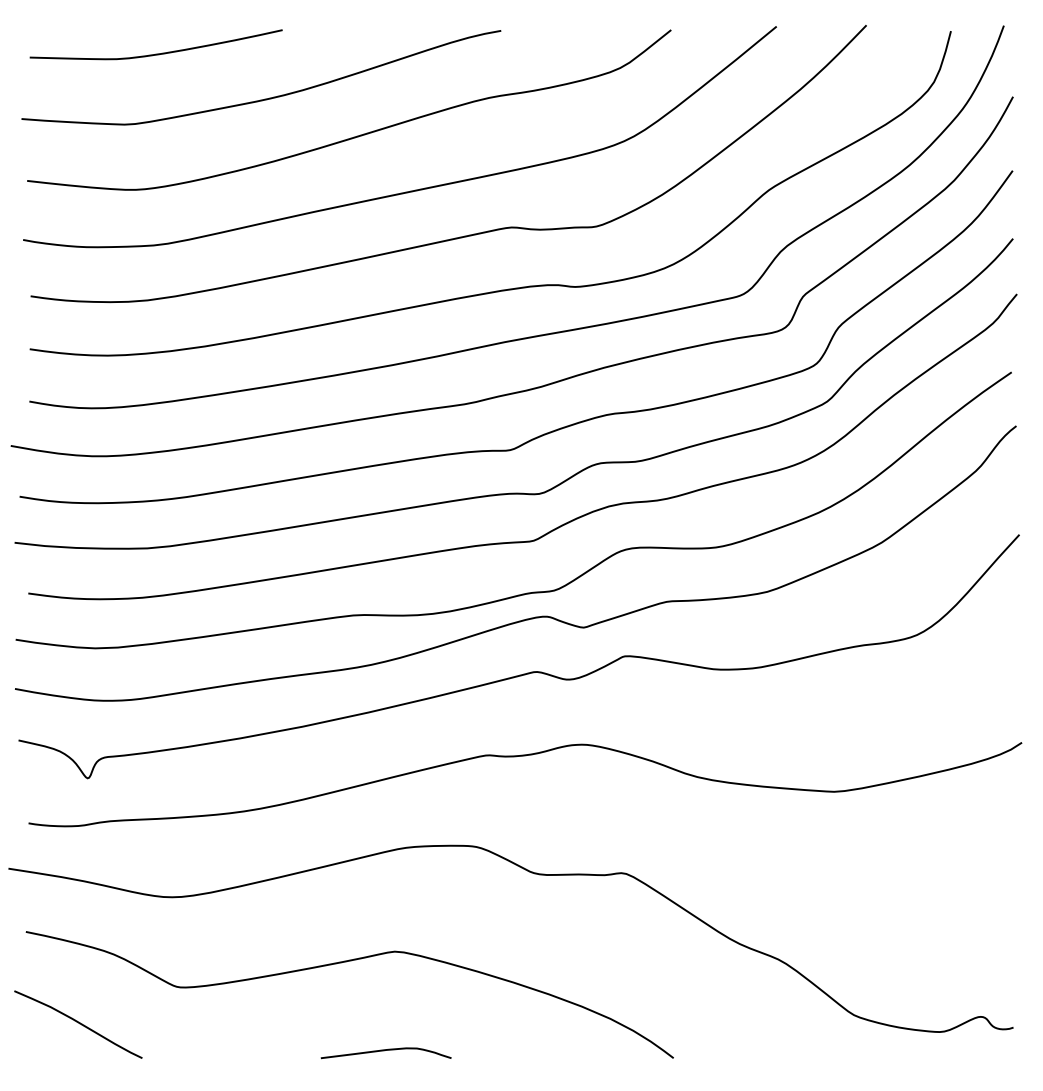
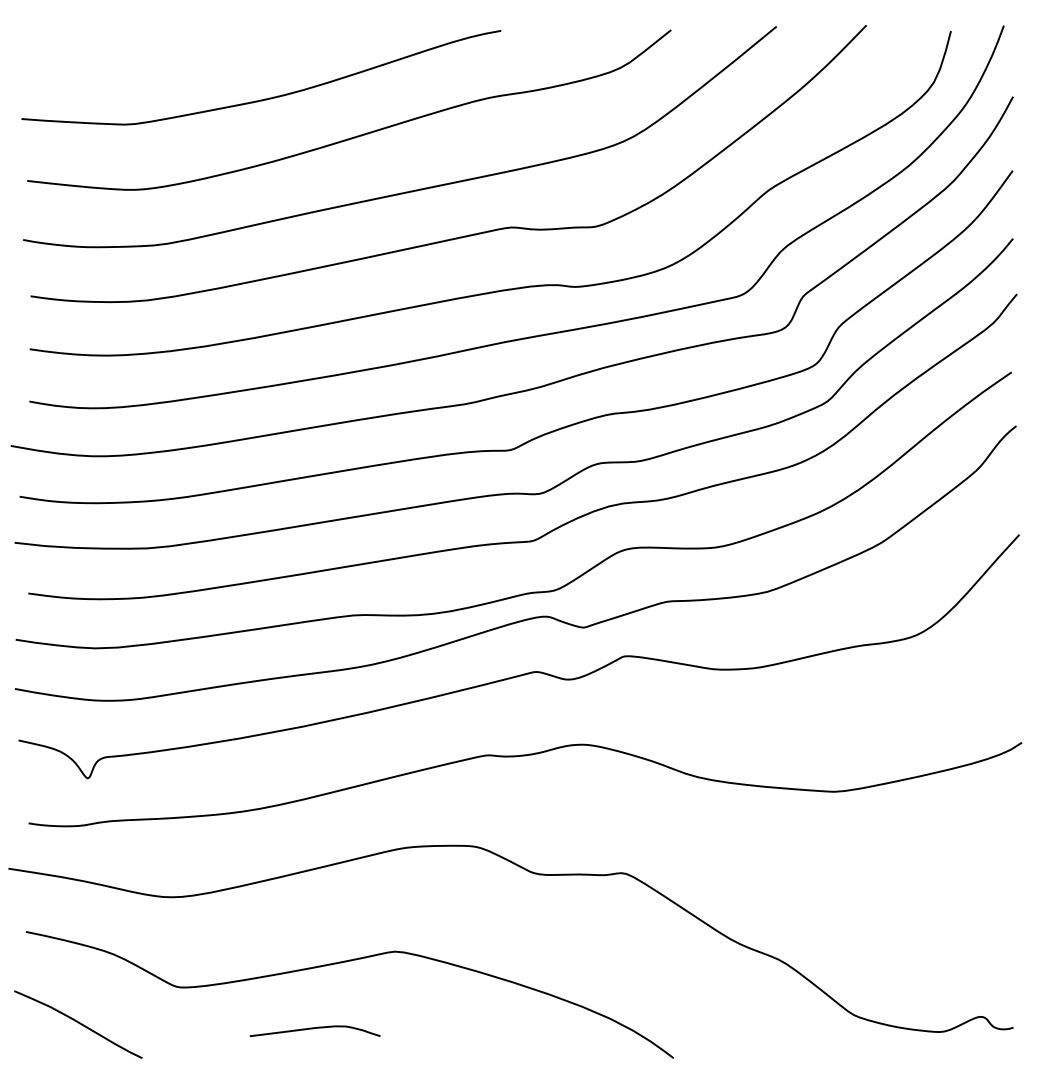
curve at (155, 53): present -> none
curve at (384, 1051) position: (384, 1051) -> (313, 1029)
